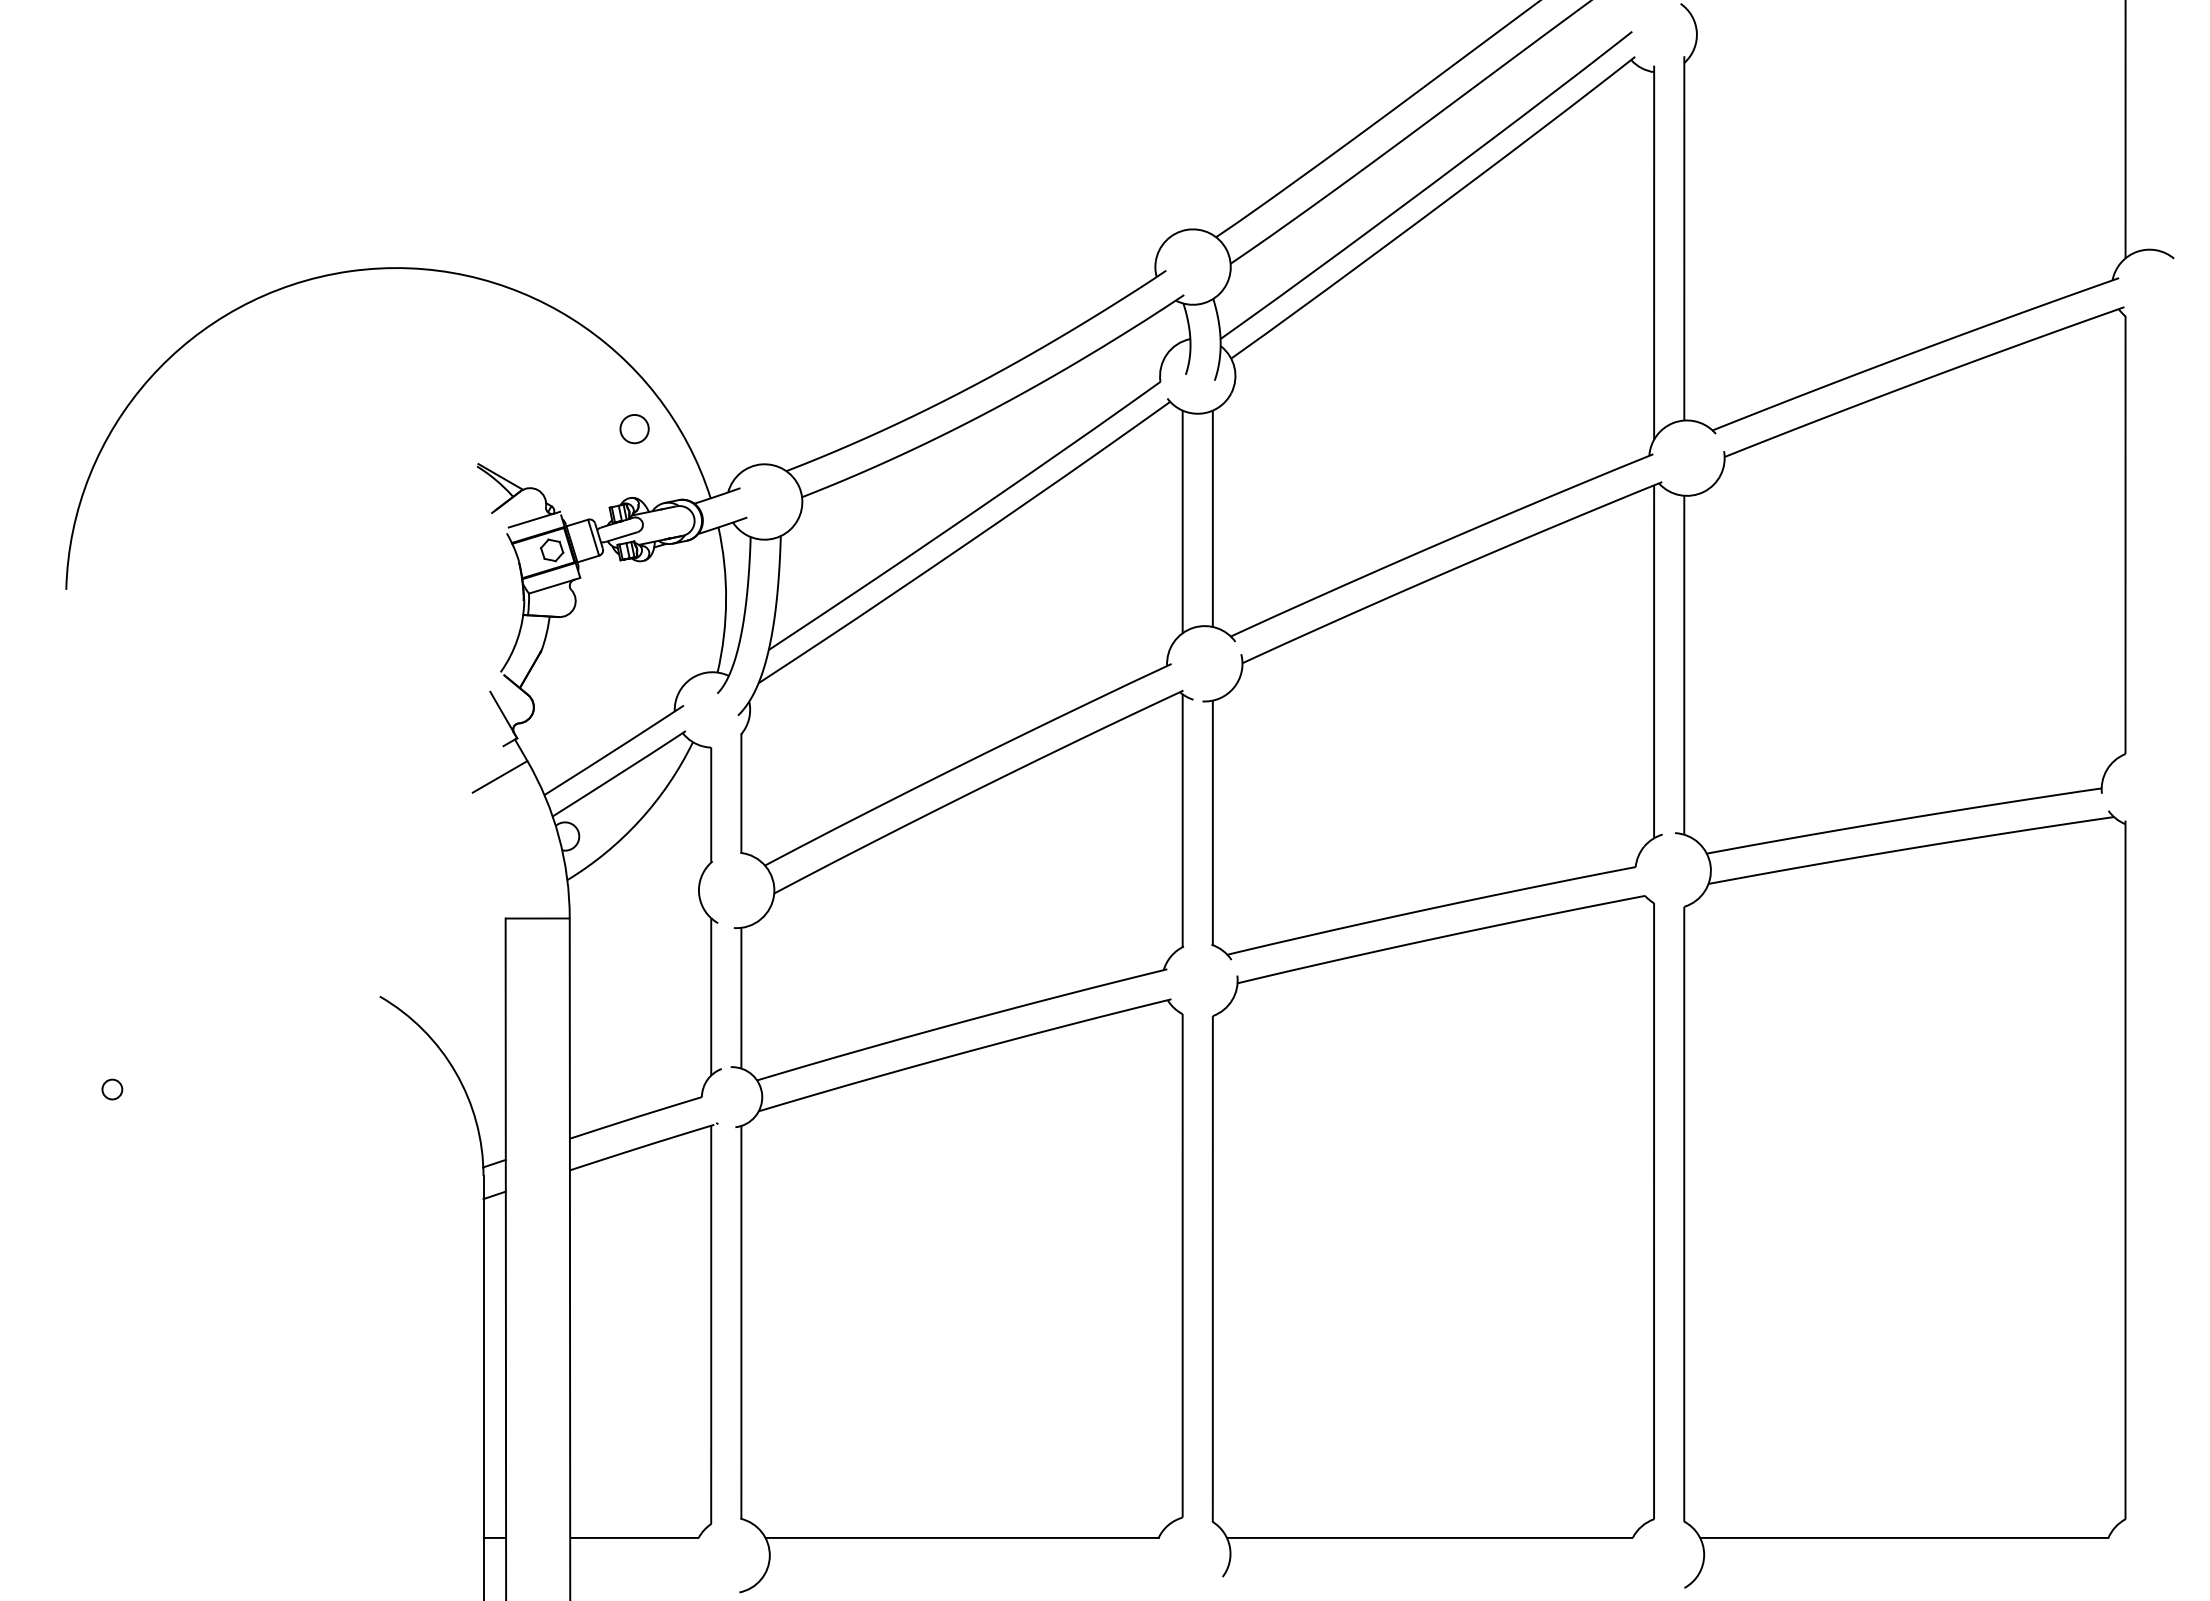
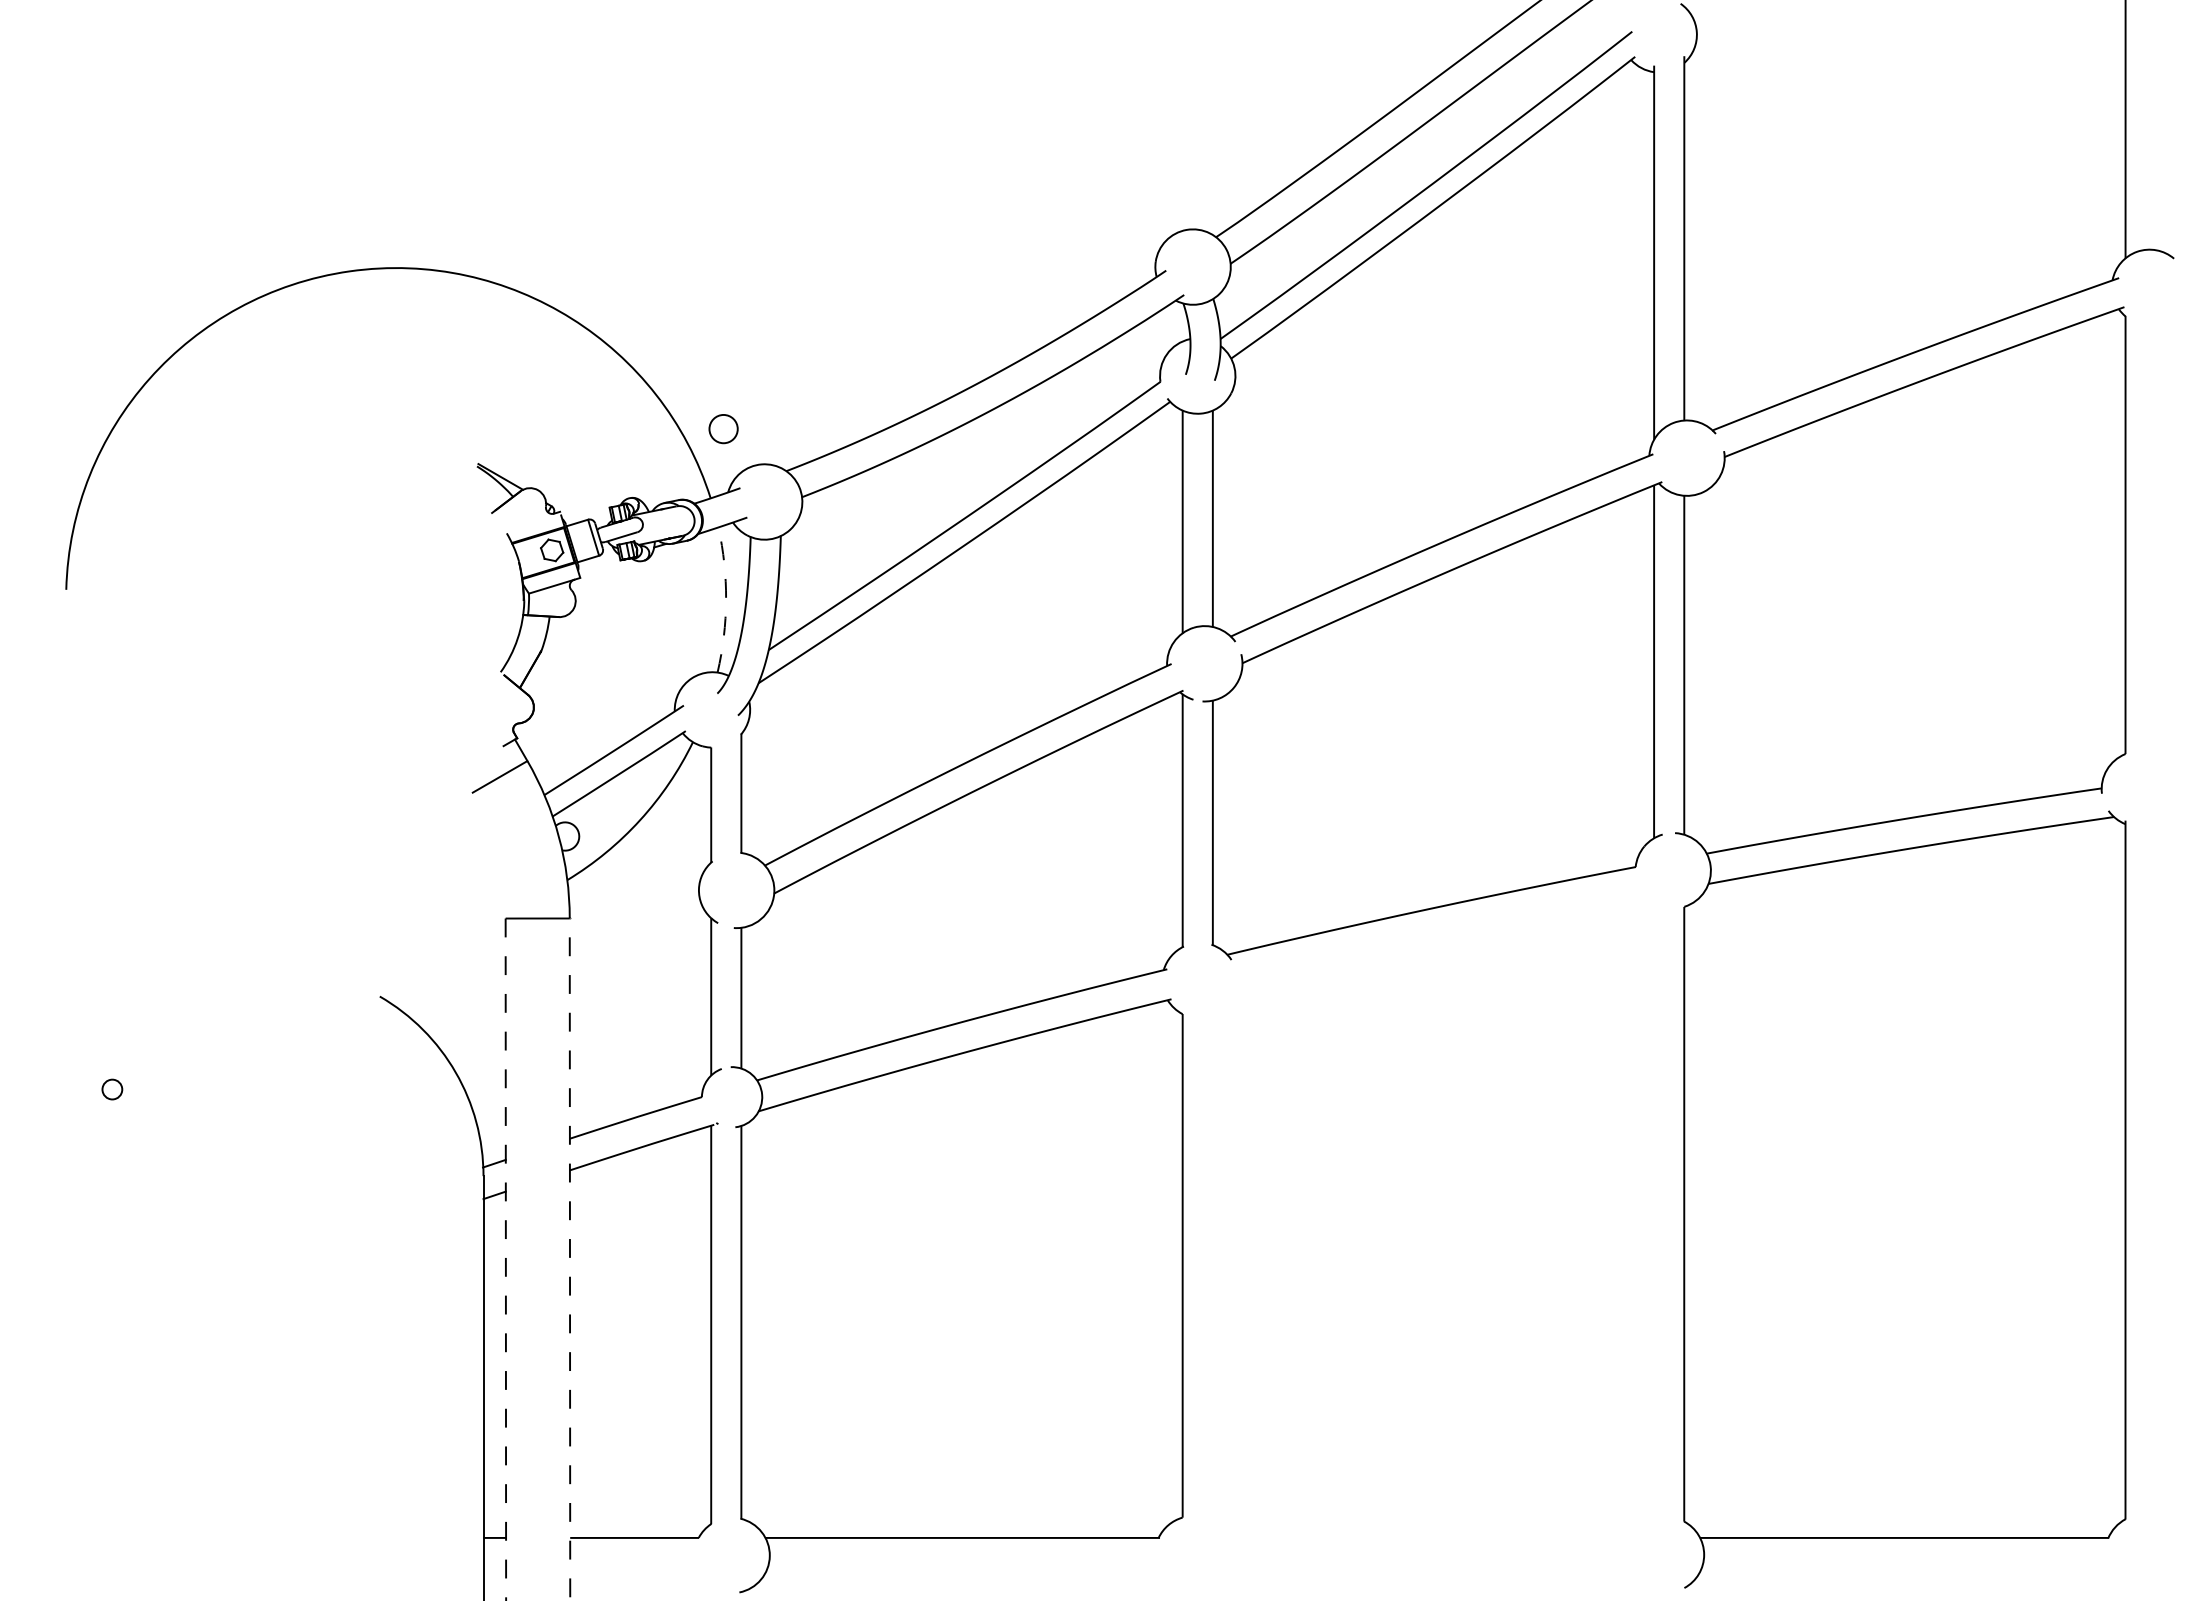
circle at (634, 429) position: (634, 429) -> (723, 429)
line at (531, 520): present -> none
arc at (726, 600): solid -> dashed
line at (502, 711): present -> none
part at (1432, 1236): present -> none
line at (505, 1259): solid -> dashed
line at (569, 1259): solid -> dashed
